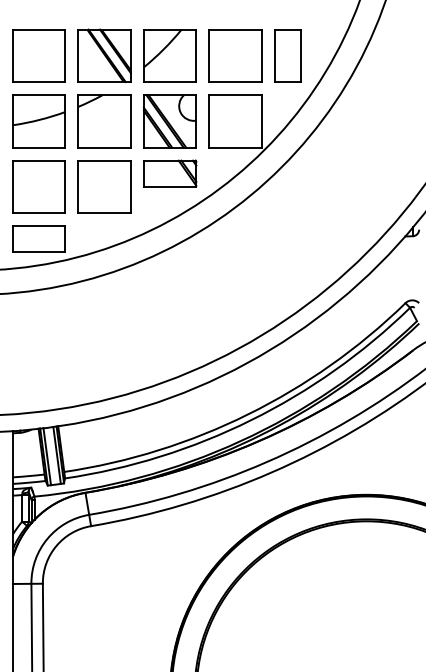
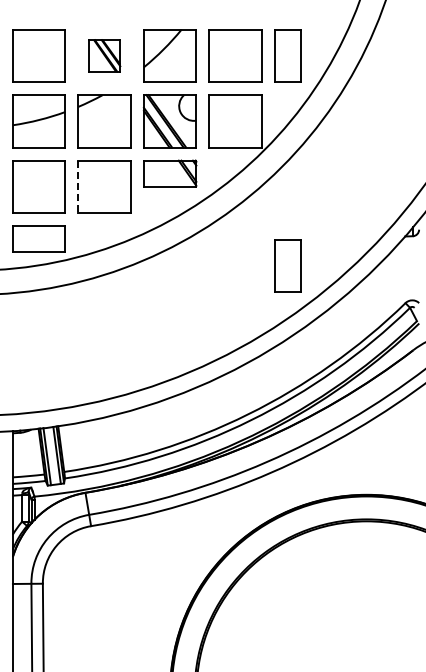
part at (104, 55) size: 55x56 px -> 34x34 px
line at (78, 187): solid -> dashed
part at (287, 265): none -> present
